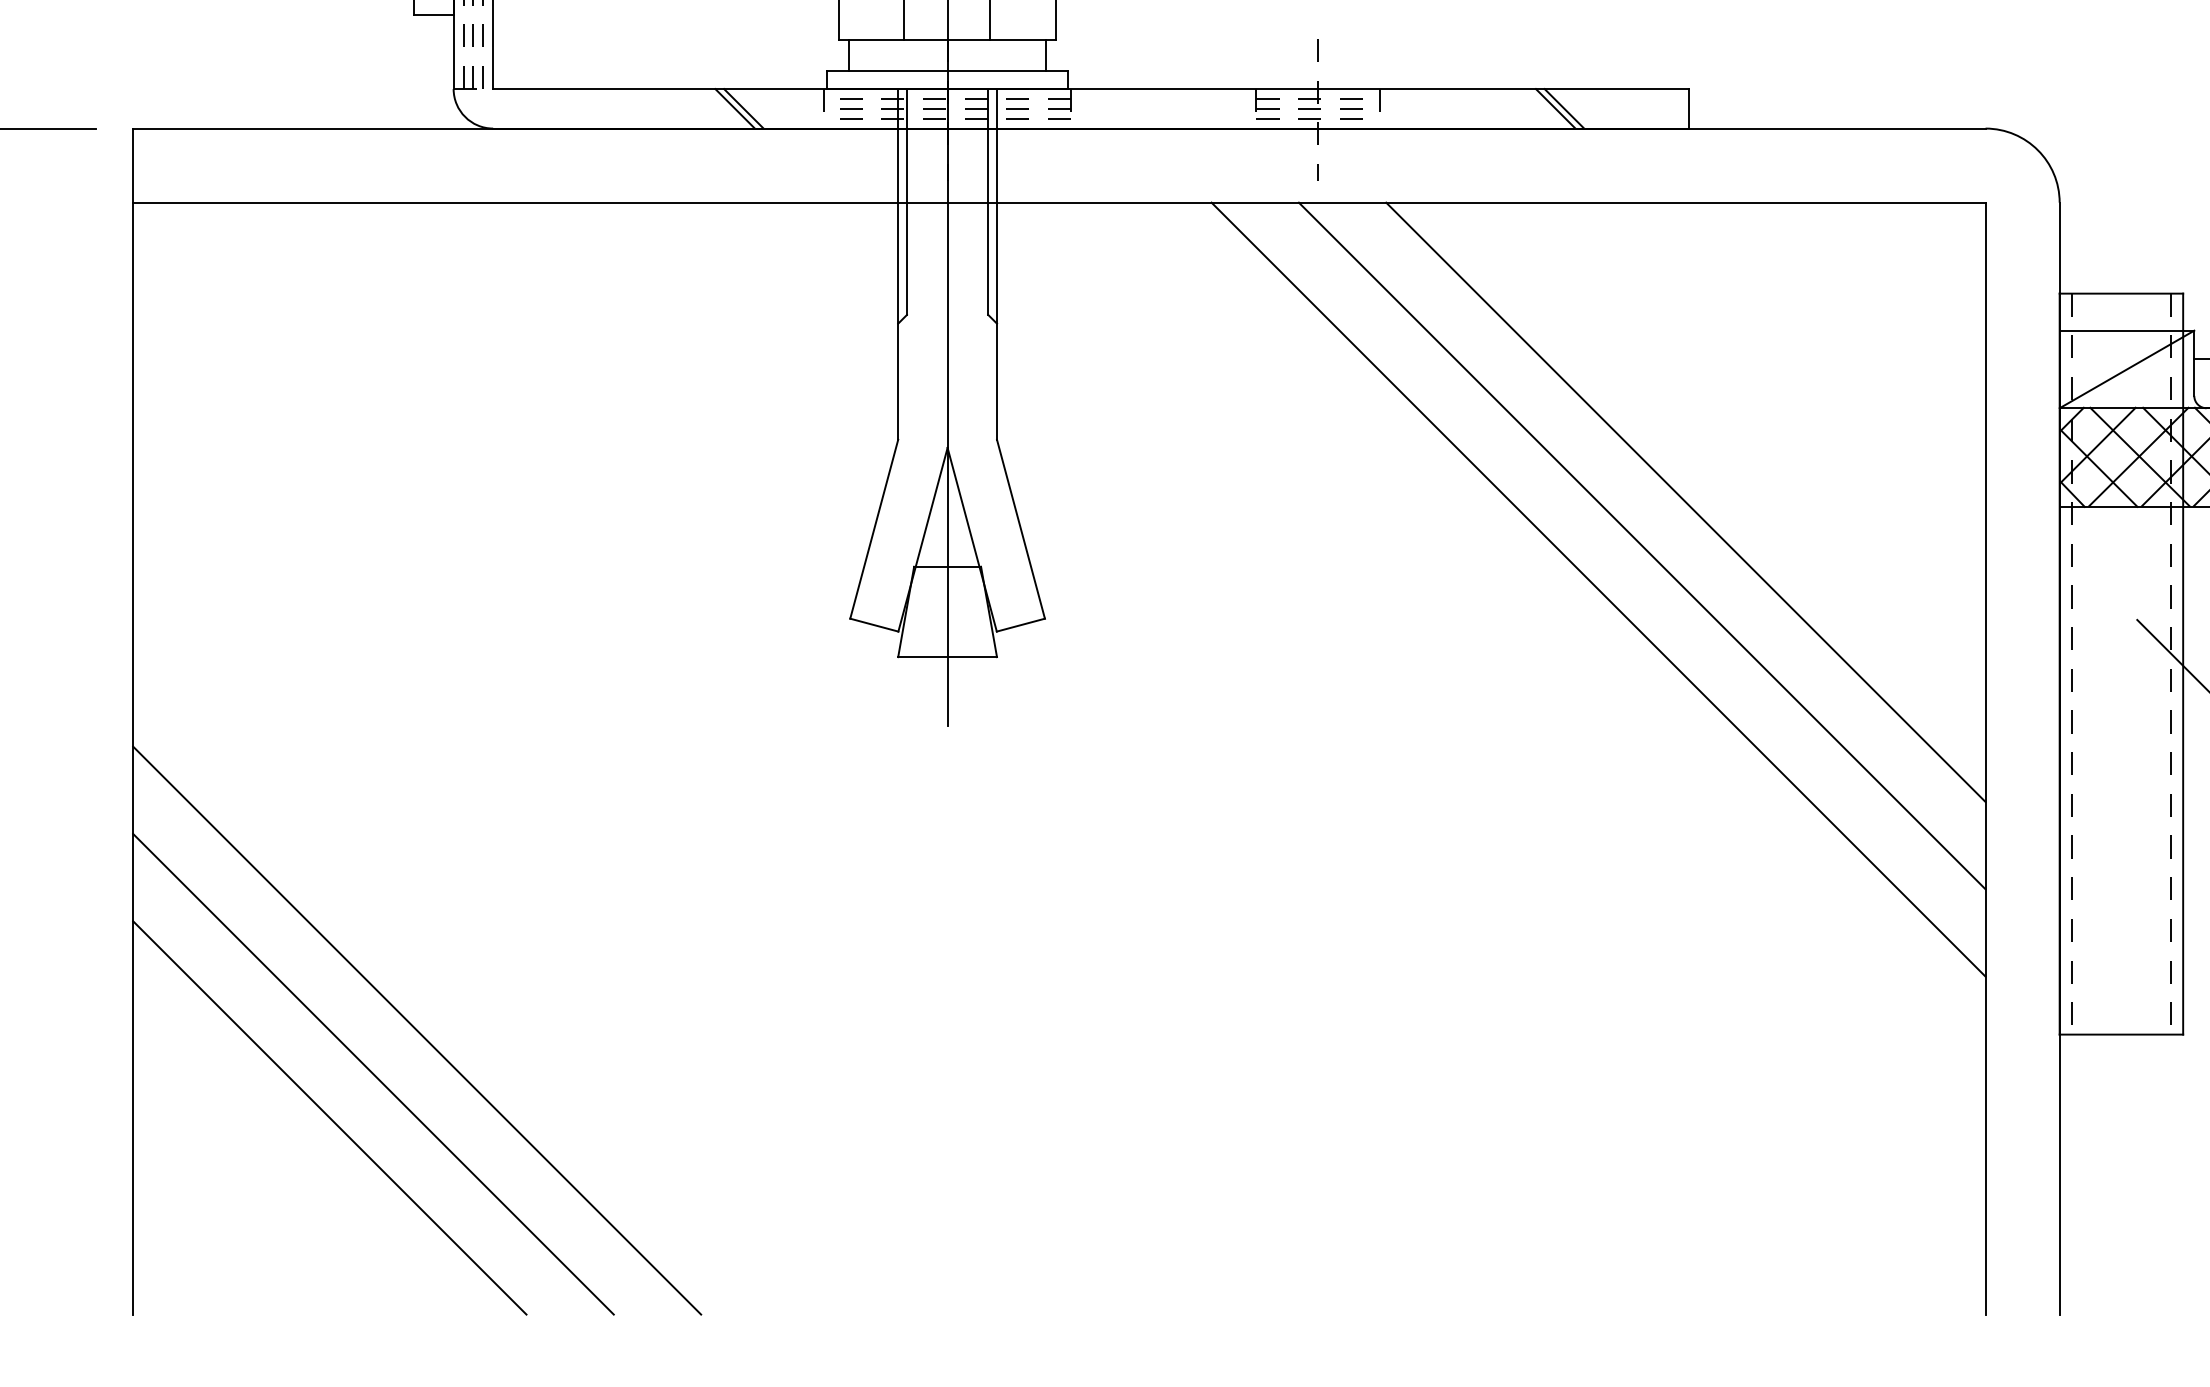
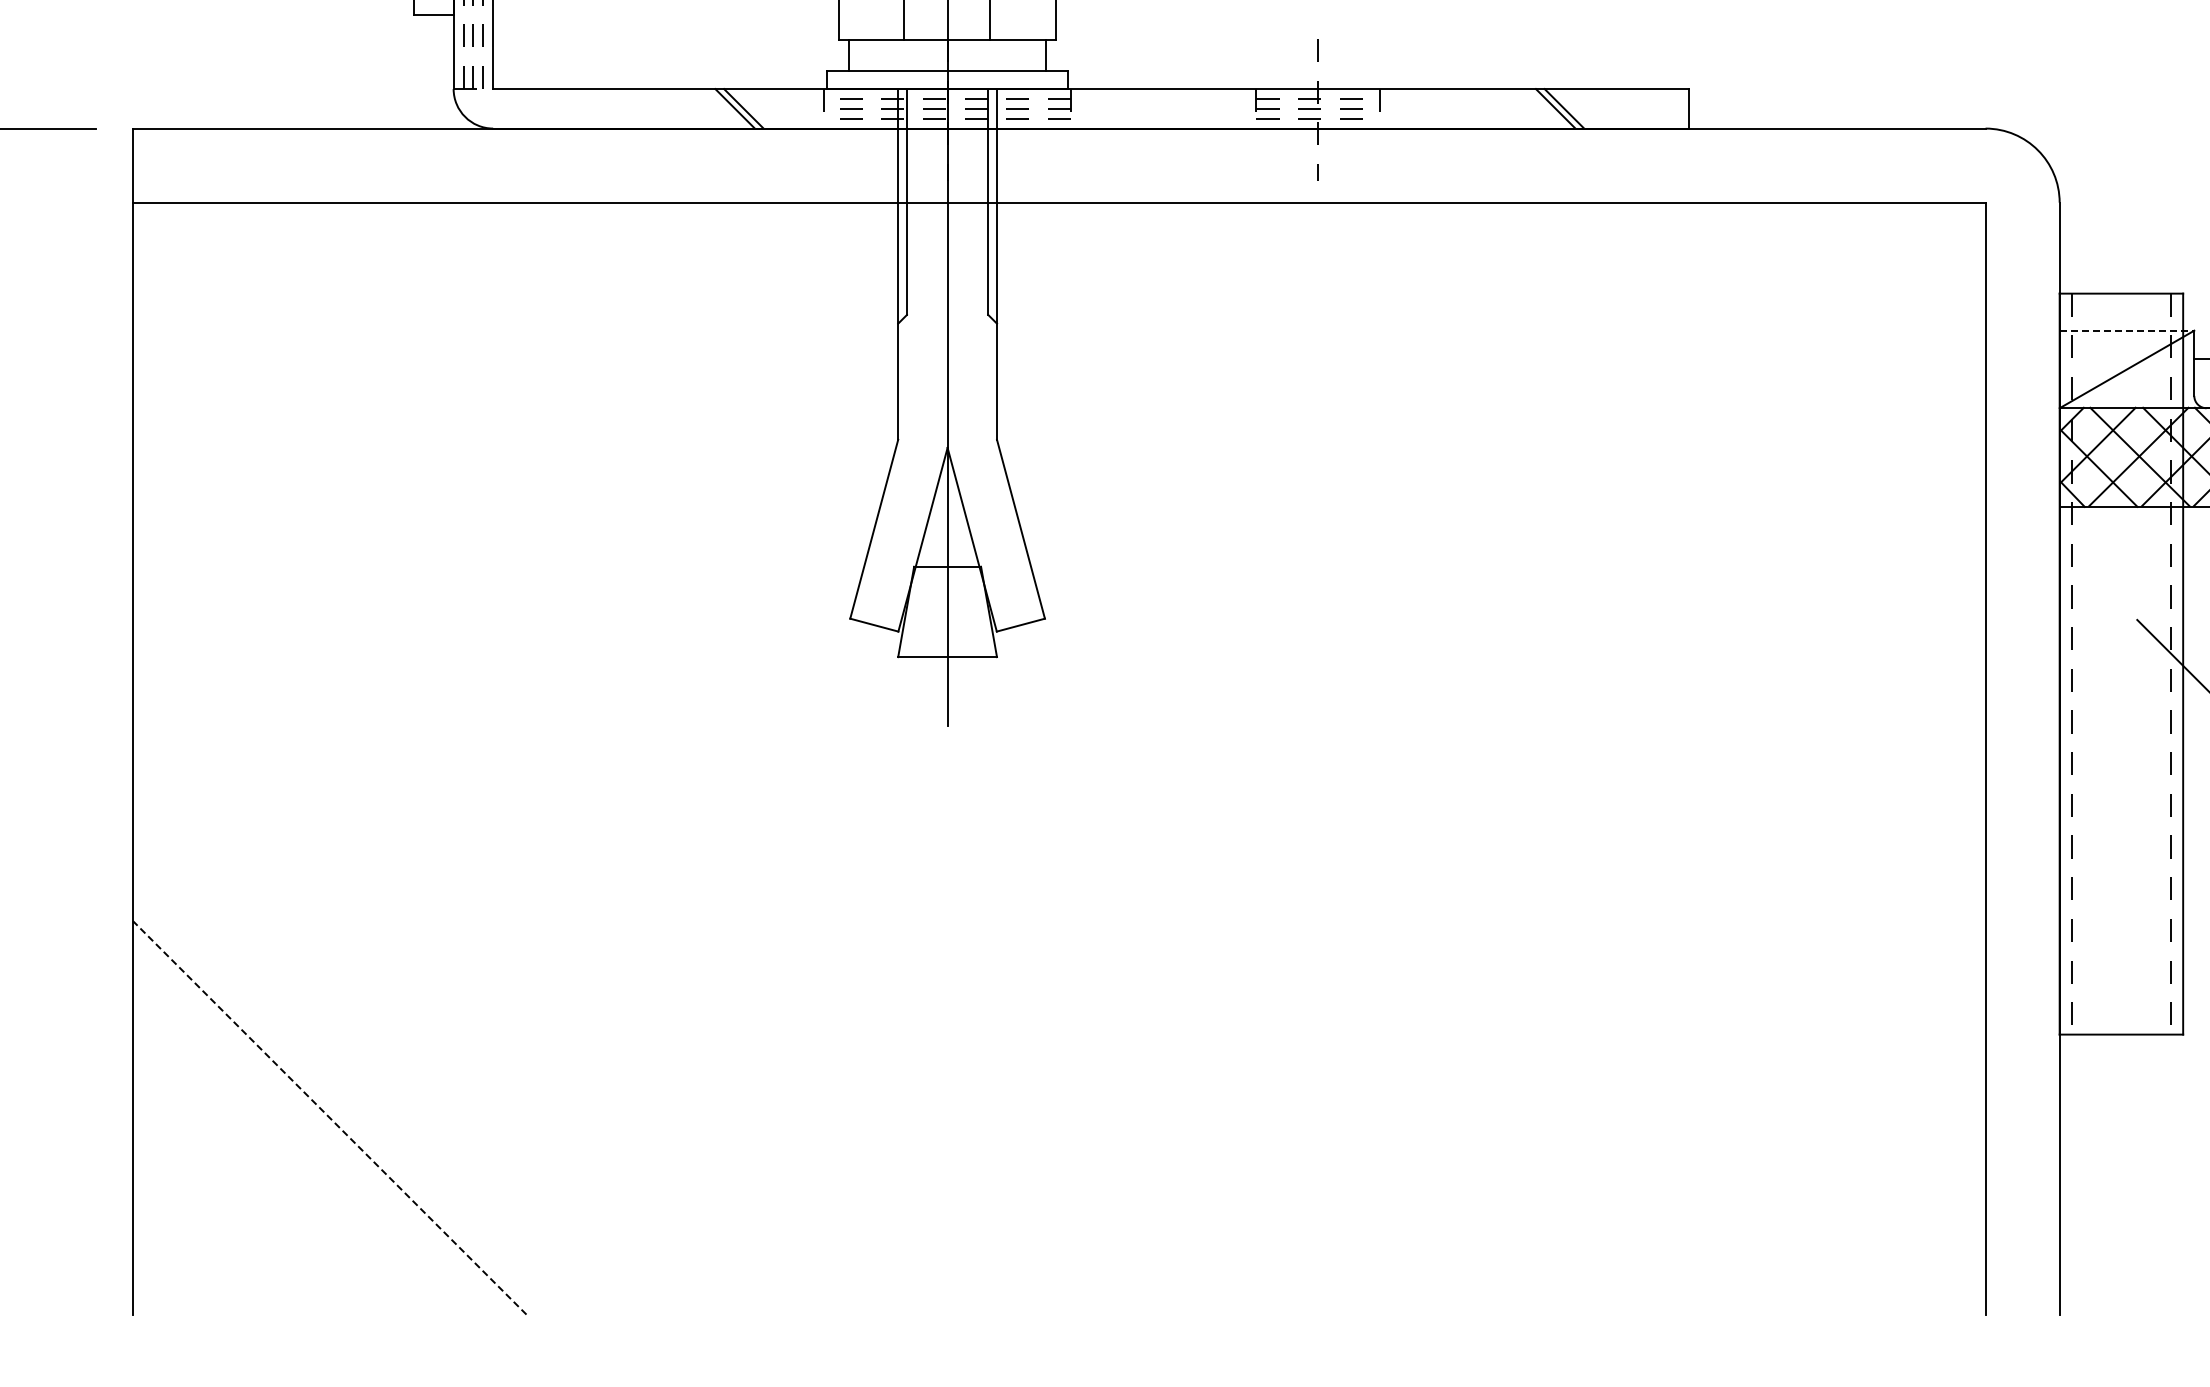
line at (2127, 330): solid -> dashed
line at (1685, 502): present -> none
line at (1641, 545): present -> none
line at (1598, 589): present -> none
line at (417, 1030): present -> none
line at (373, 1073): present -> none
line at (329, 1117): solid -> dashed
